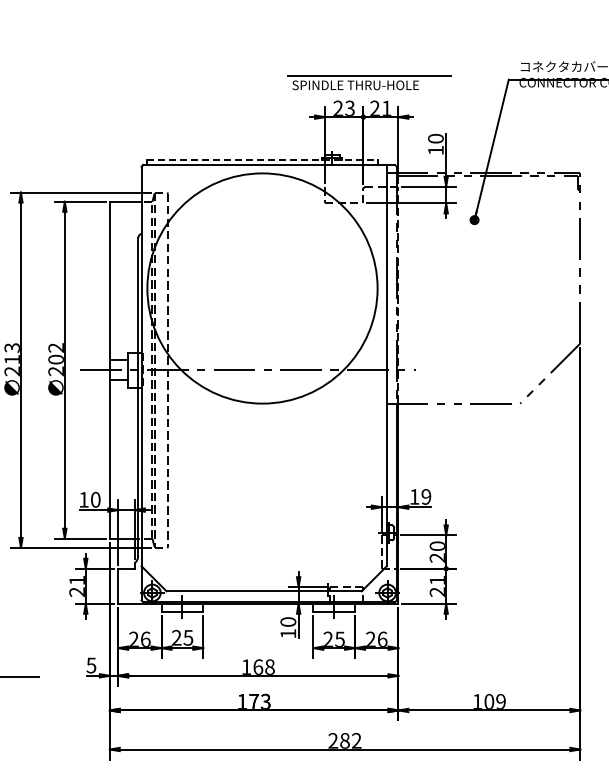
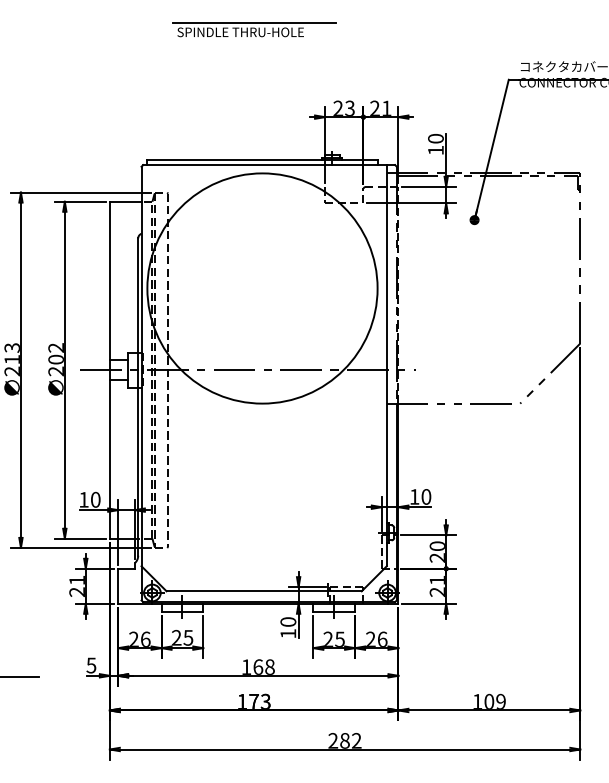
part at (369, 82) position: (369, 82) -> (254, 29)
line at (262, 159): dashed -> solid
text at (426, 496): 19 -> 10
